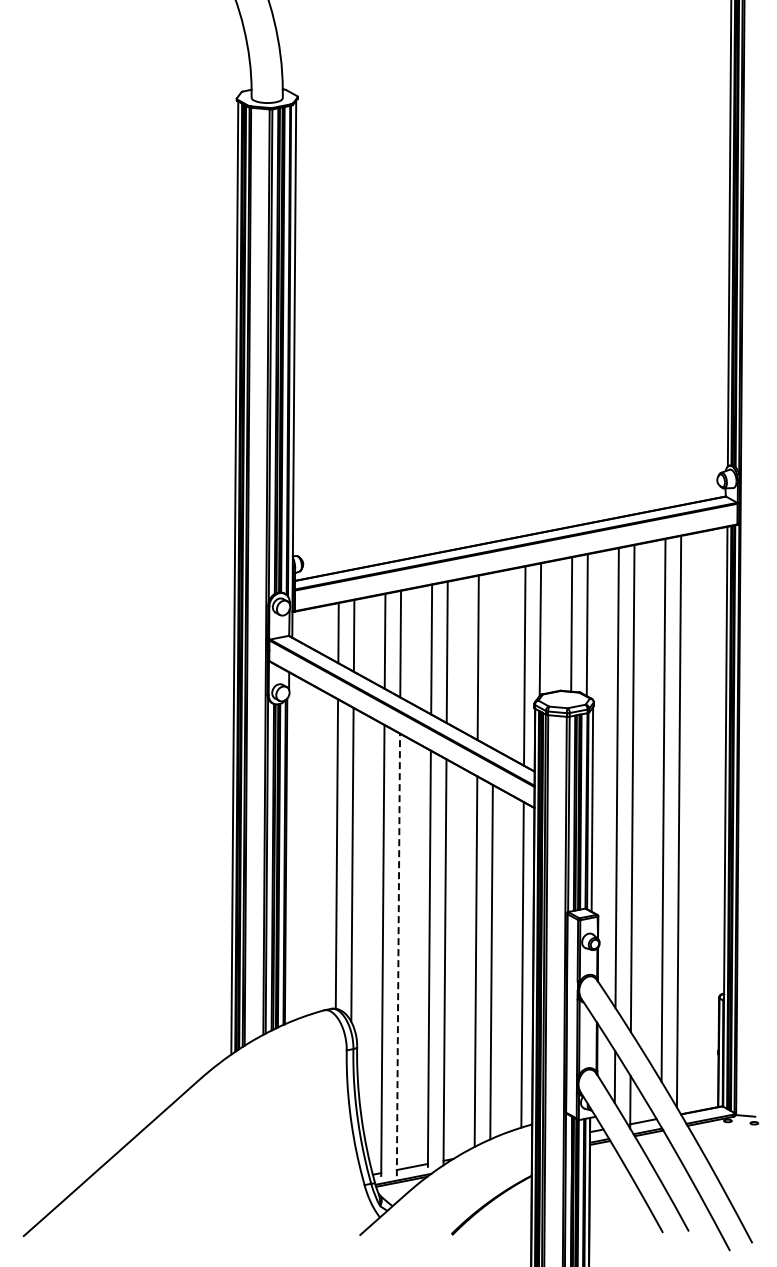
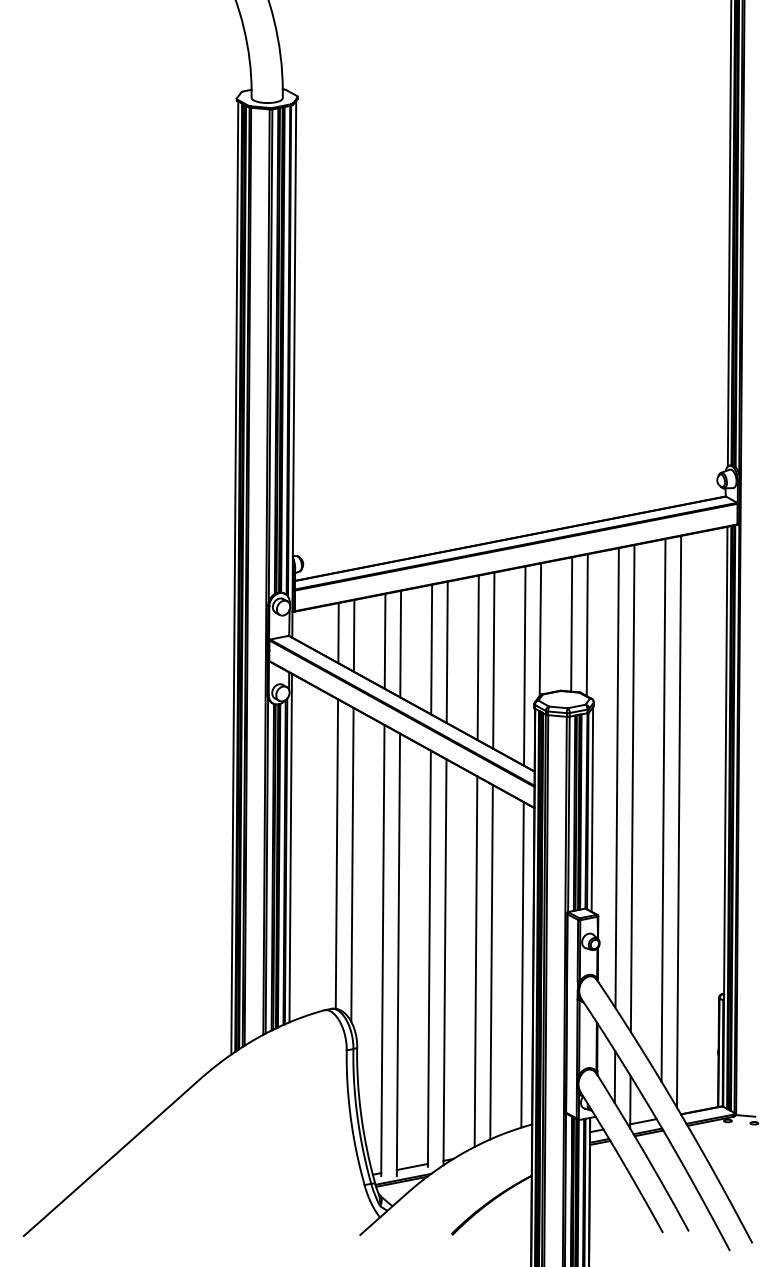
line at (493, 660): none -> present
line at (290, 847): none -> present
line at (398, 954): dashed -> solid
